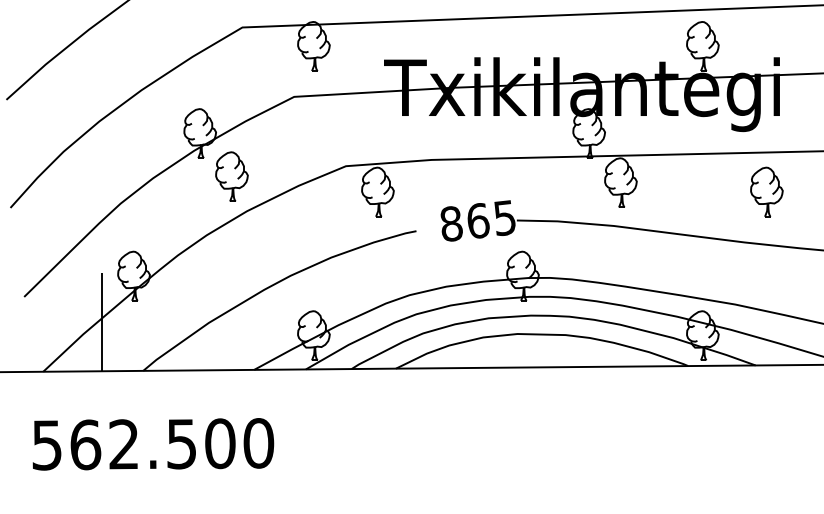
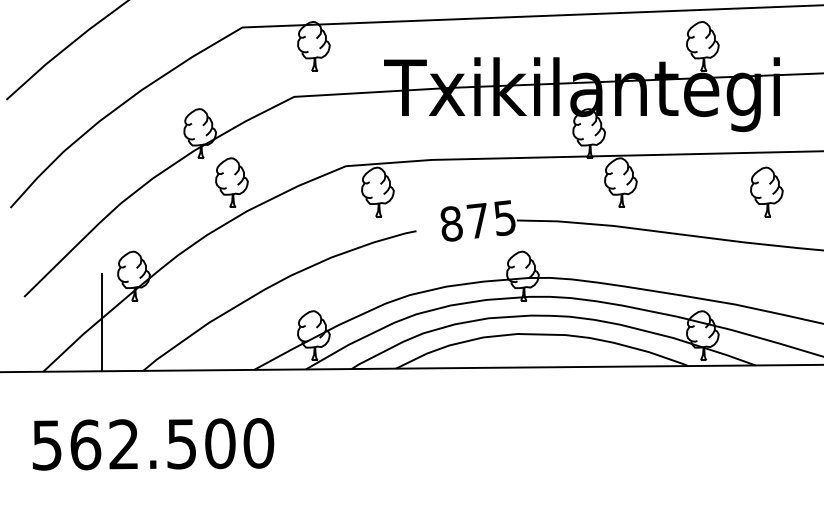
part at (231, 176) position: (231, 176) -> (231, 182)
text at (477, 220): 865 -> 875
